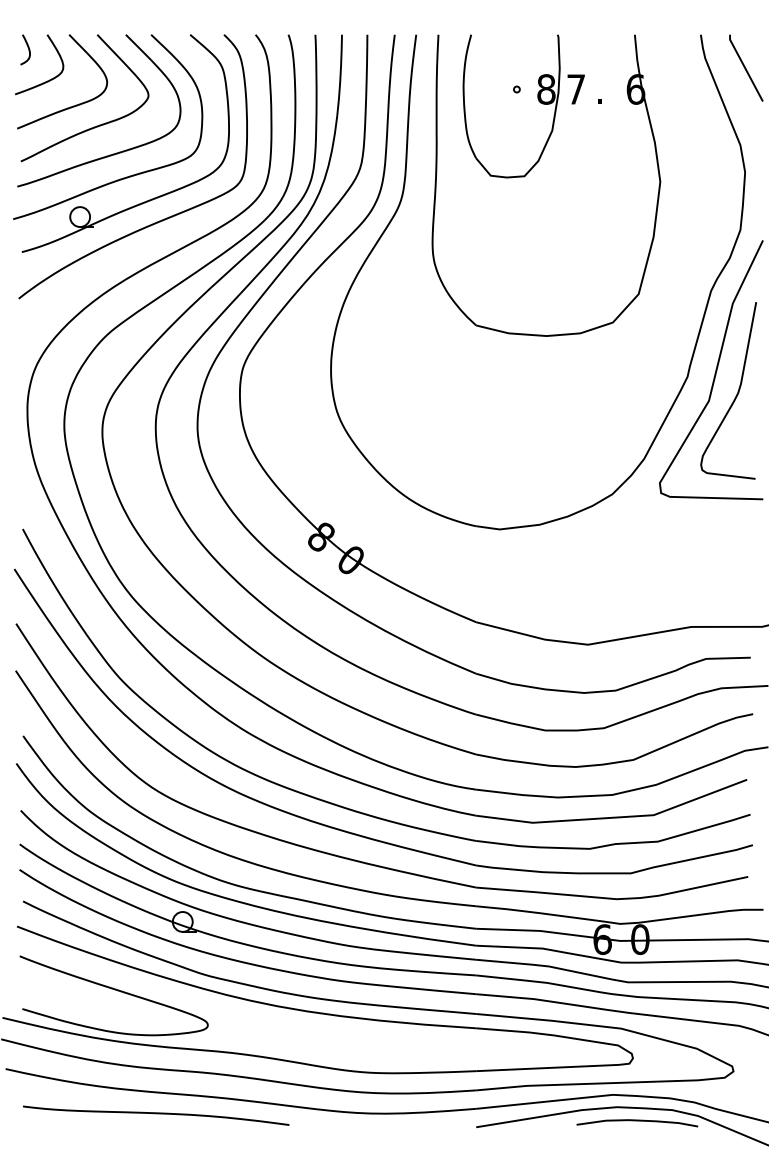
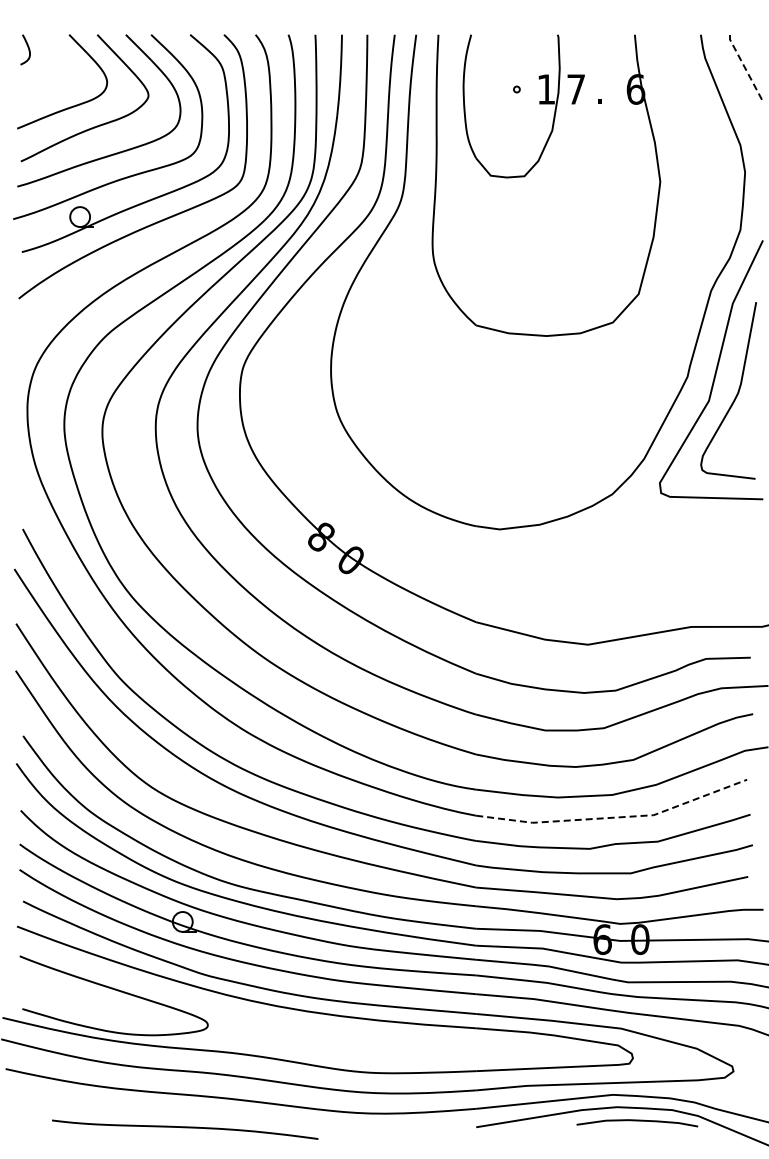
line at (745, 68): solid -> dashed
curve at (47, 80): present -> none
text at (546, 89): 8 -> 1
line at (615, 817): solid -> dashed
curve at (156, 1114) position: (156, 1114) -> (185, 1128)
